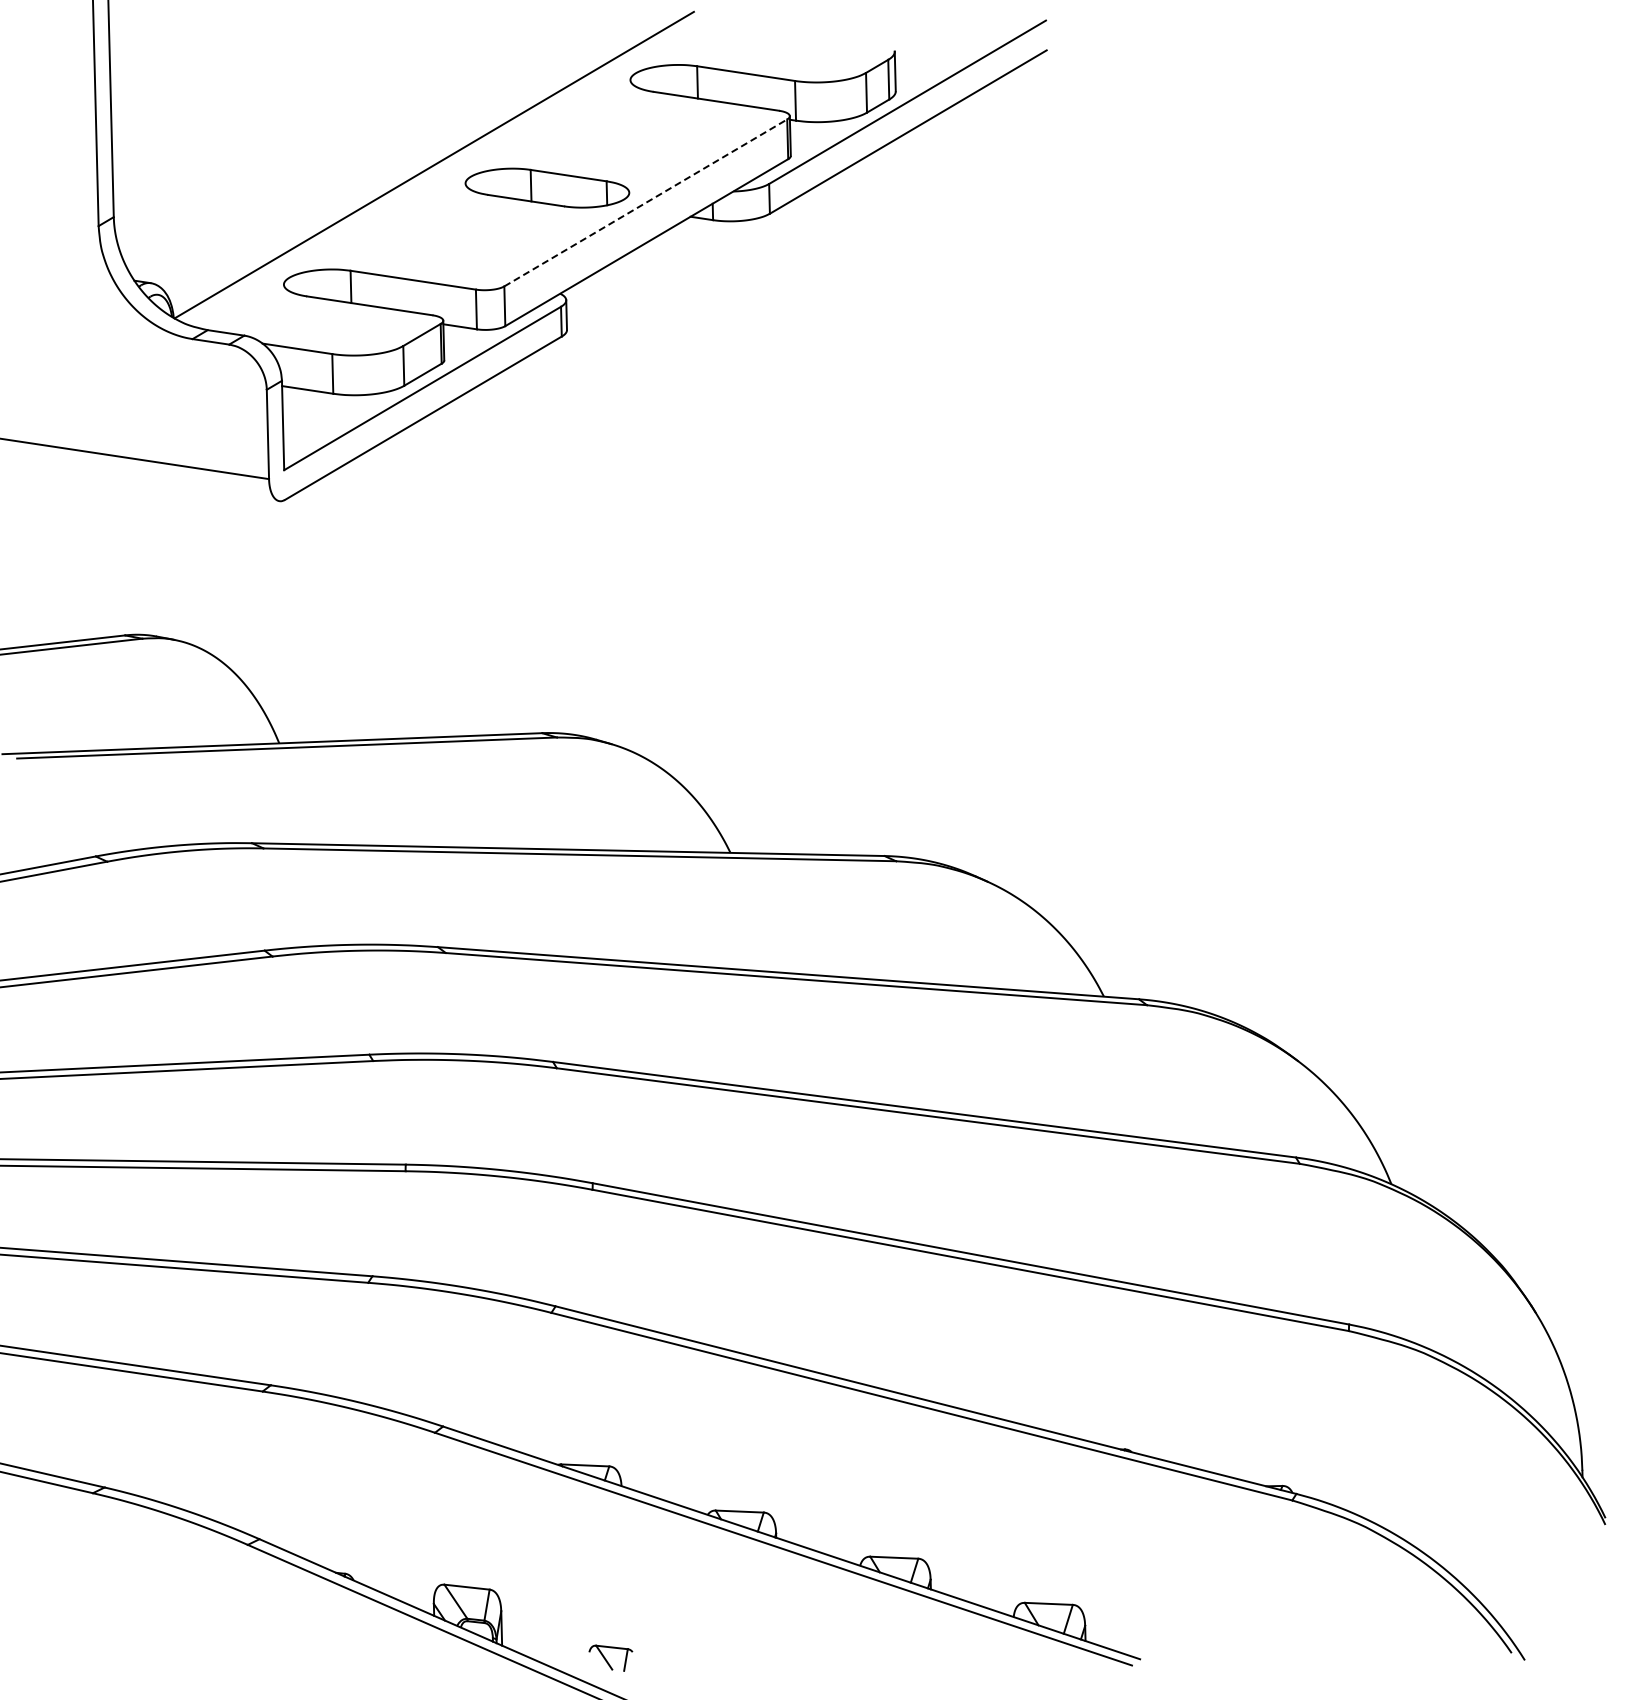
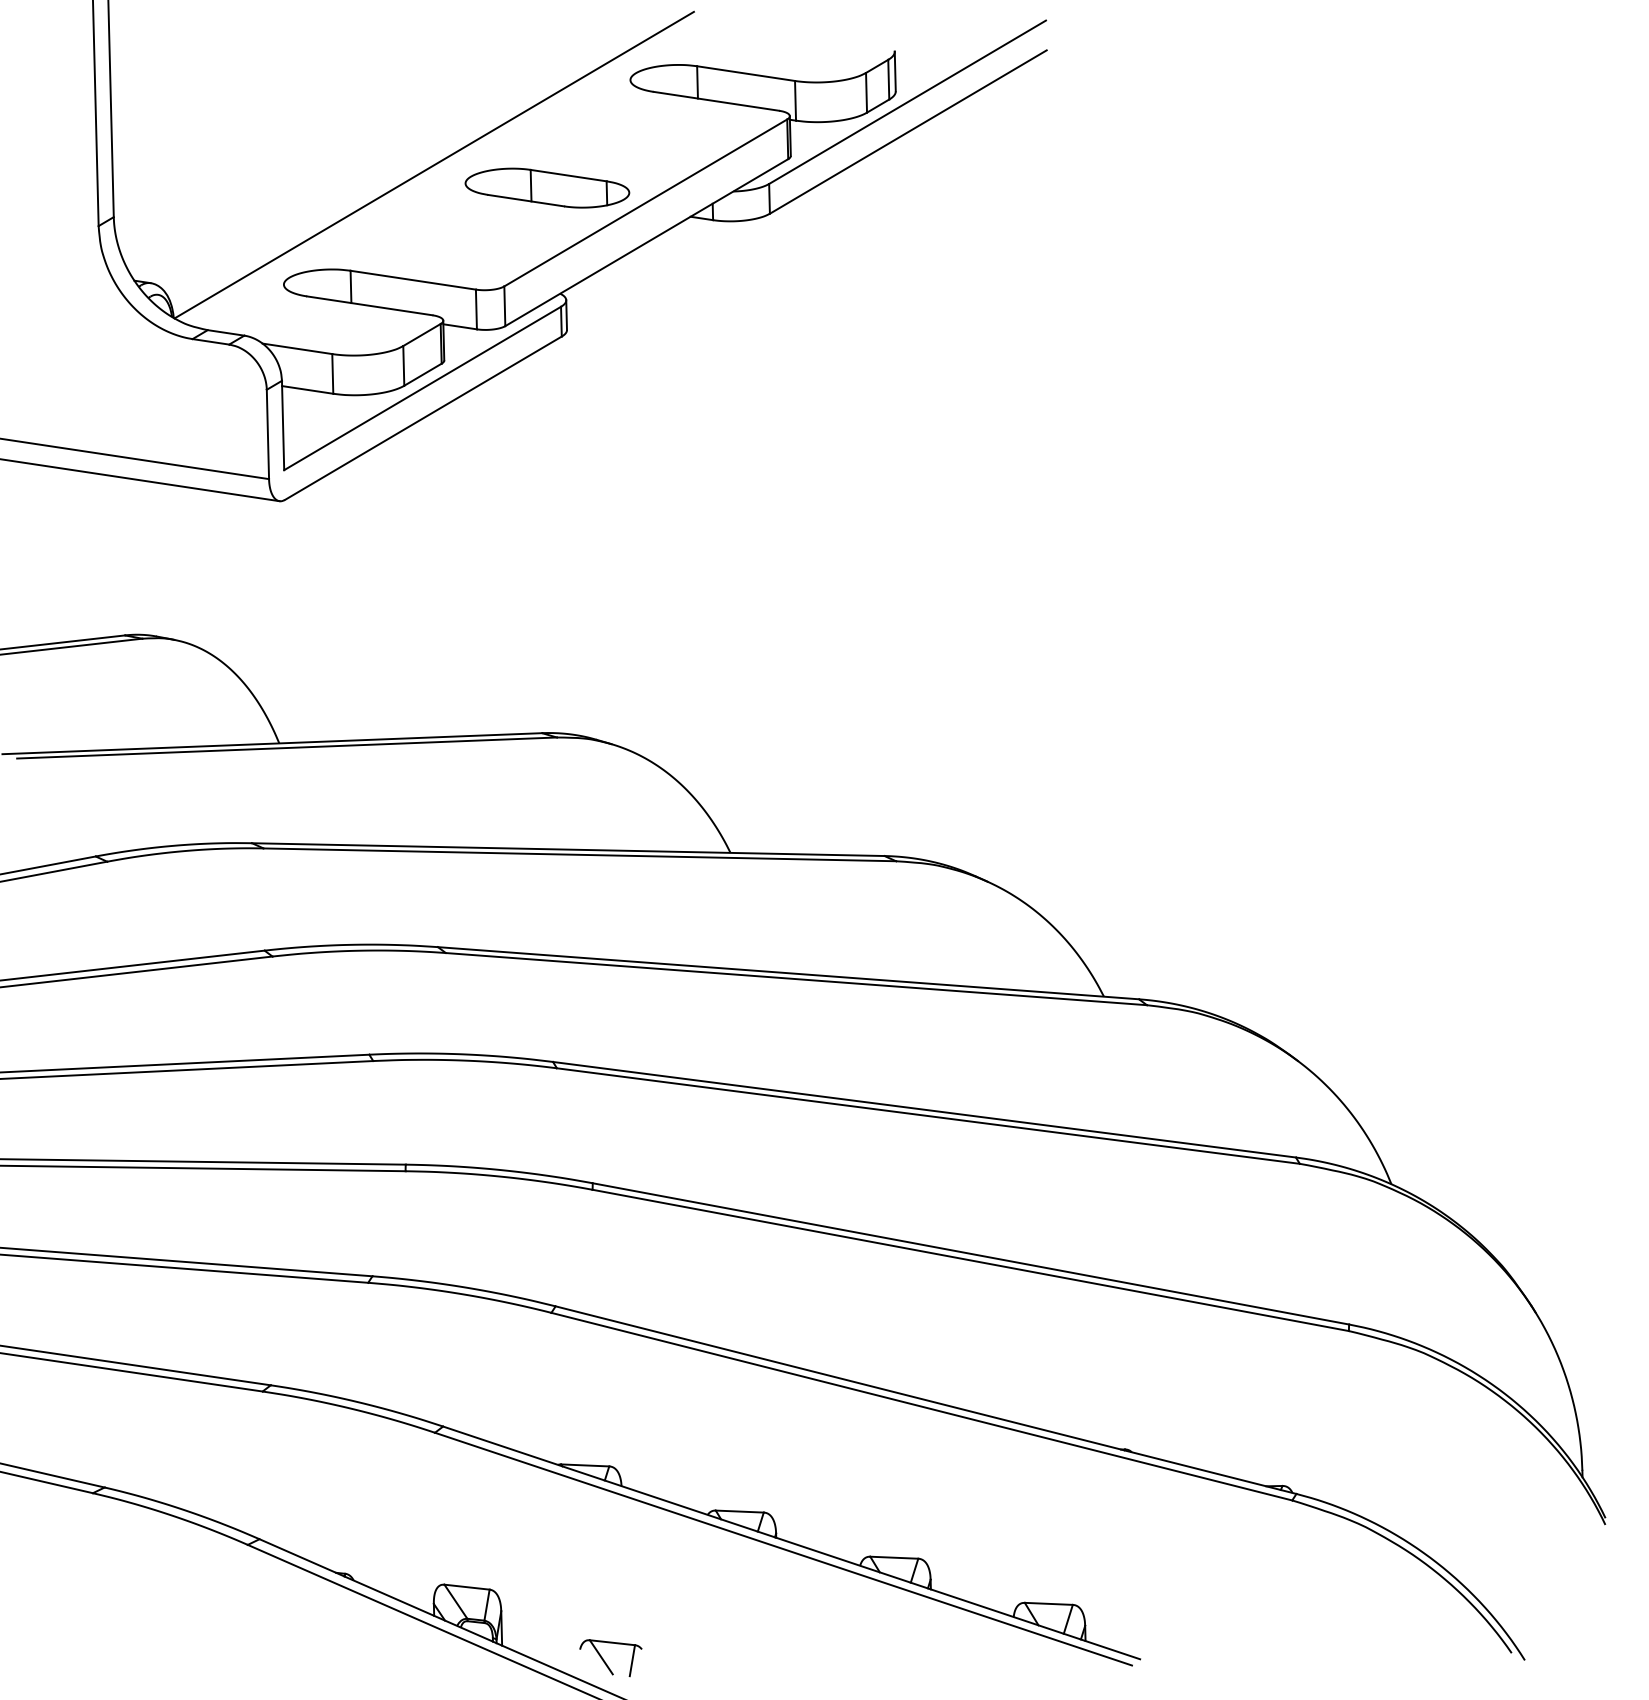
line at (646, 202): dashed -> solid
line at (140, 480): none -> present
part at (610, 1657) size: 46x28 px -> 64x39 px
